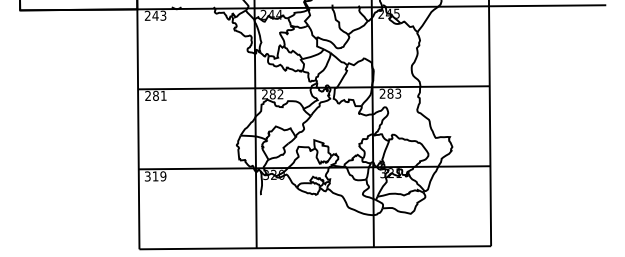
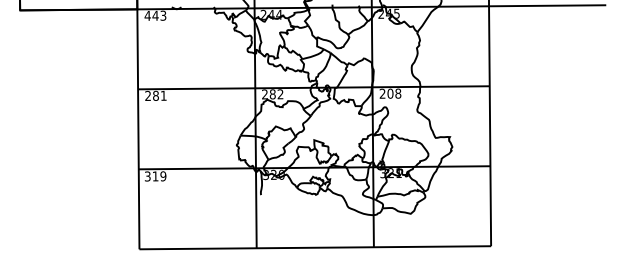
text at (147, 15): 243 -> 443
text at (394, 93): 283 -> 208
